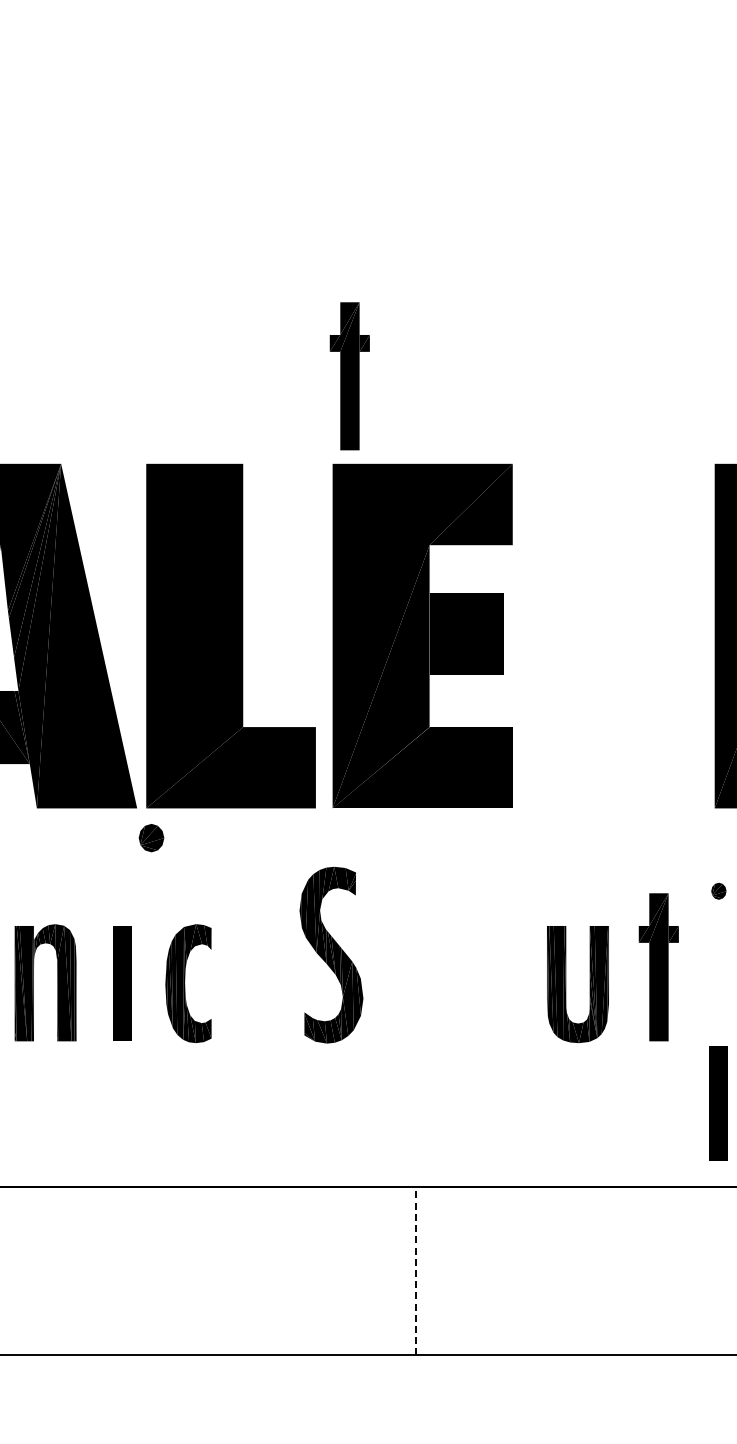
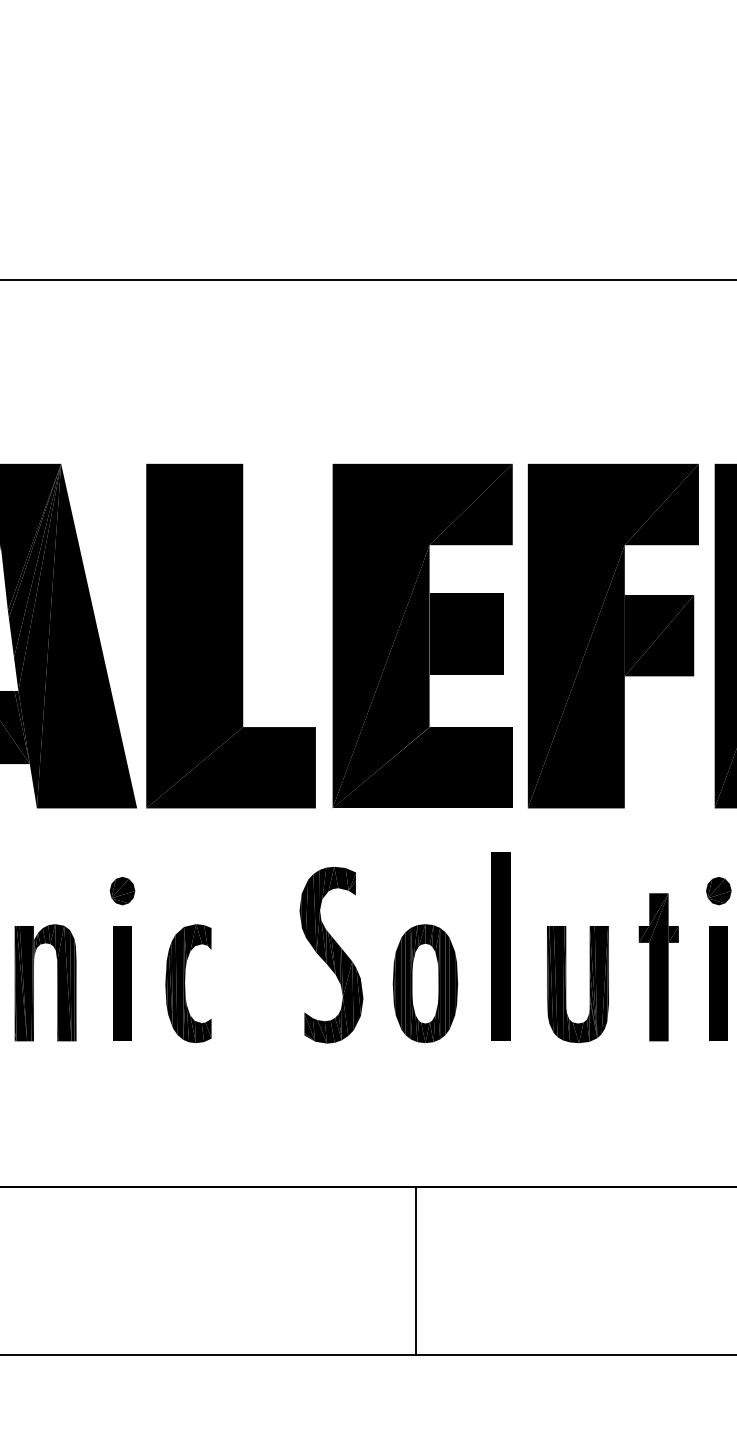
line at (367, 279): none -> present
part at (349, 376): present -> none
part at (612, 635): none -> present
part at (151, 838) position: (151, 838) -> (122, 891)
part at (718, 890) size: 16x18 px -> 26x29 px
part at (500, 946): none -> present
part at (425, 983): none -> present
part at (718, 1103) position: (718, 1103) -> (718, 983)
line at (416, 1270): dashed -> solid
